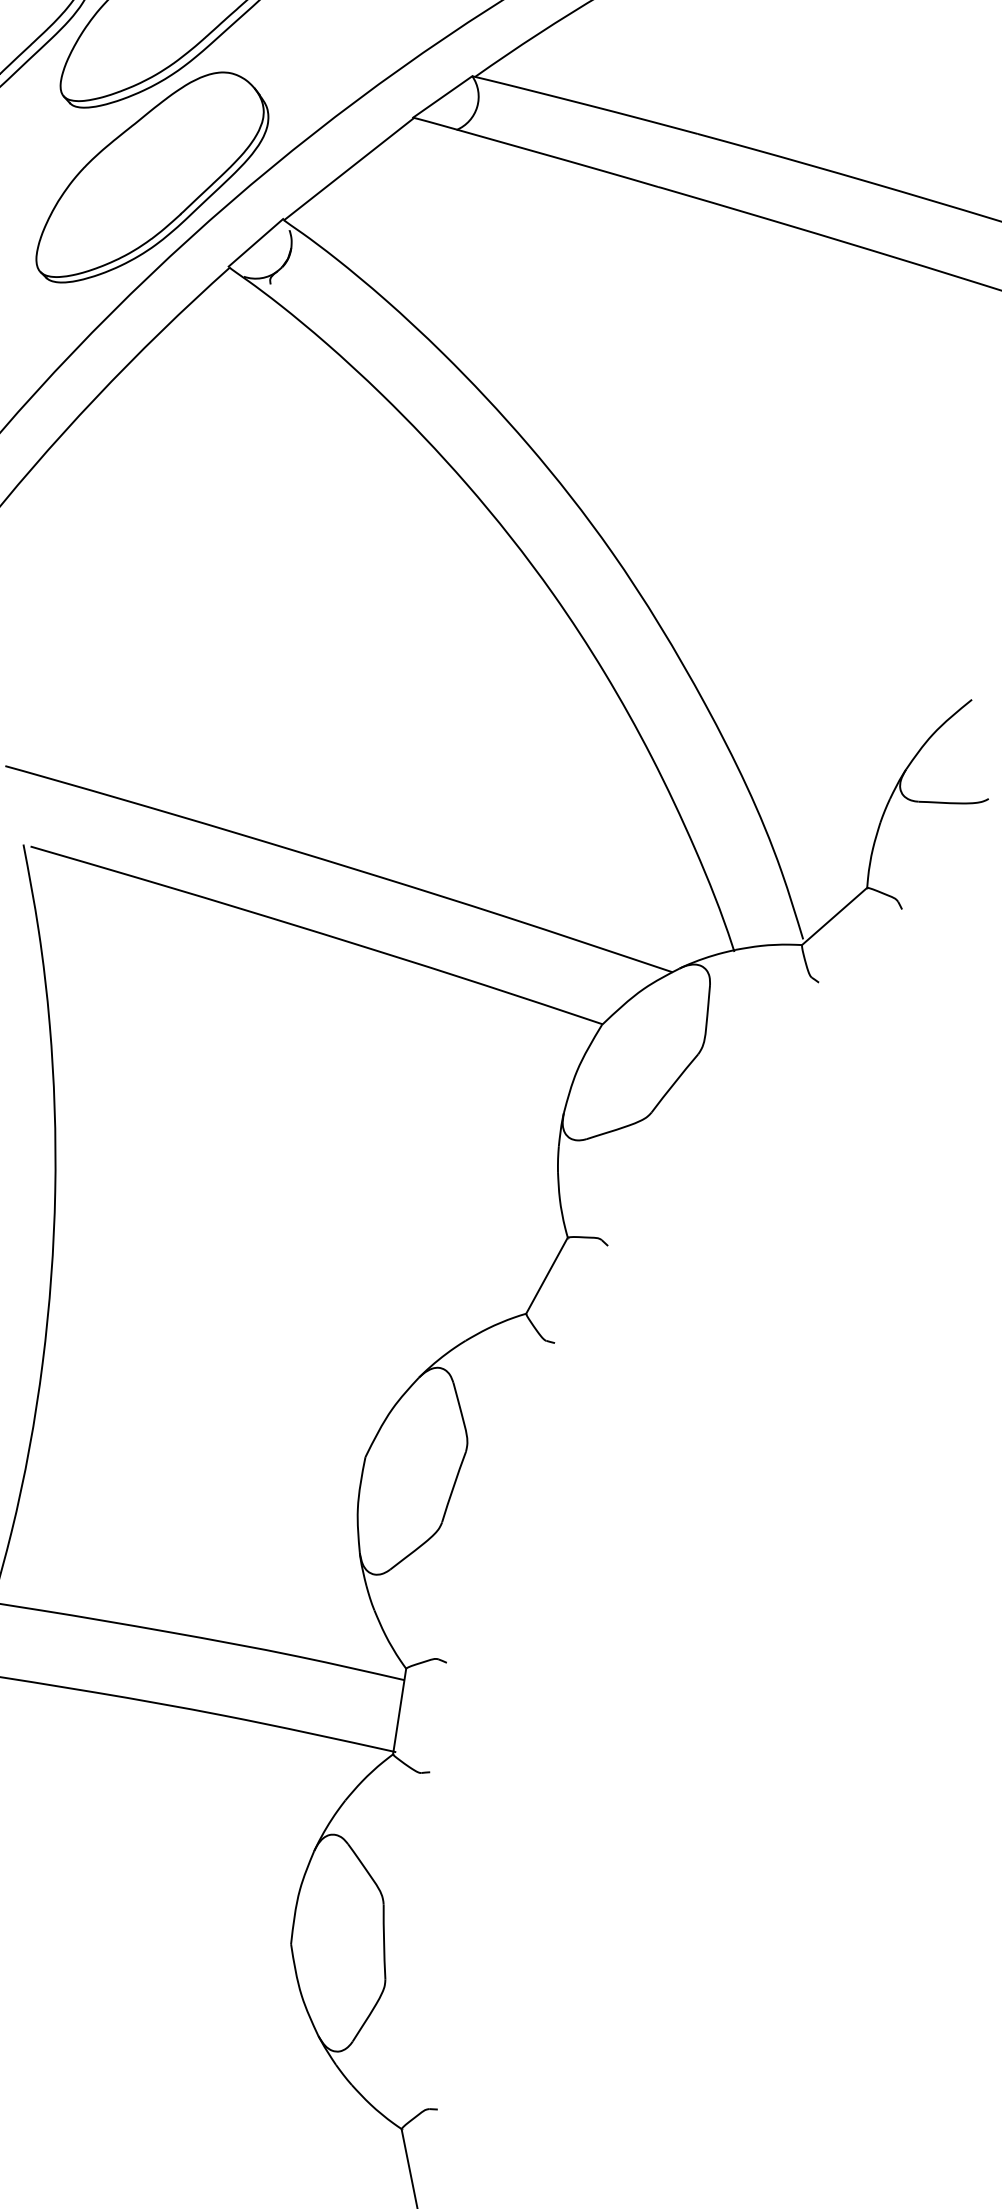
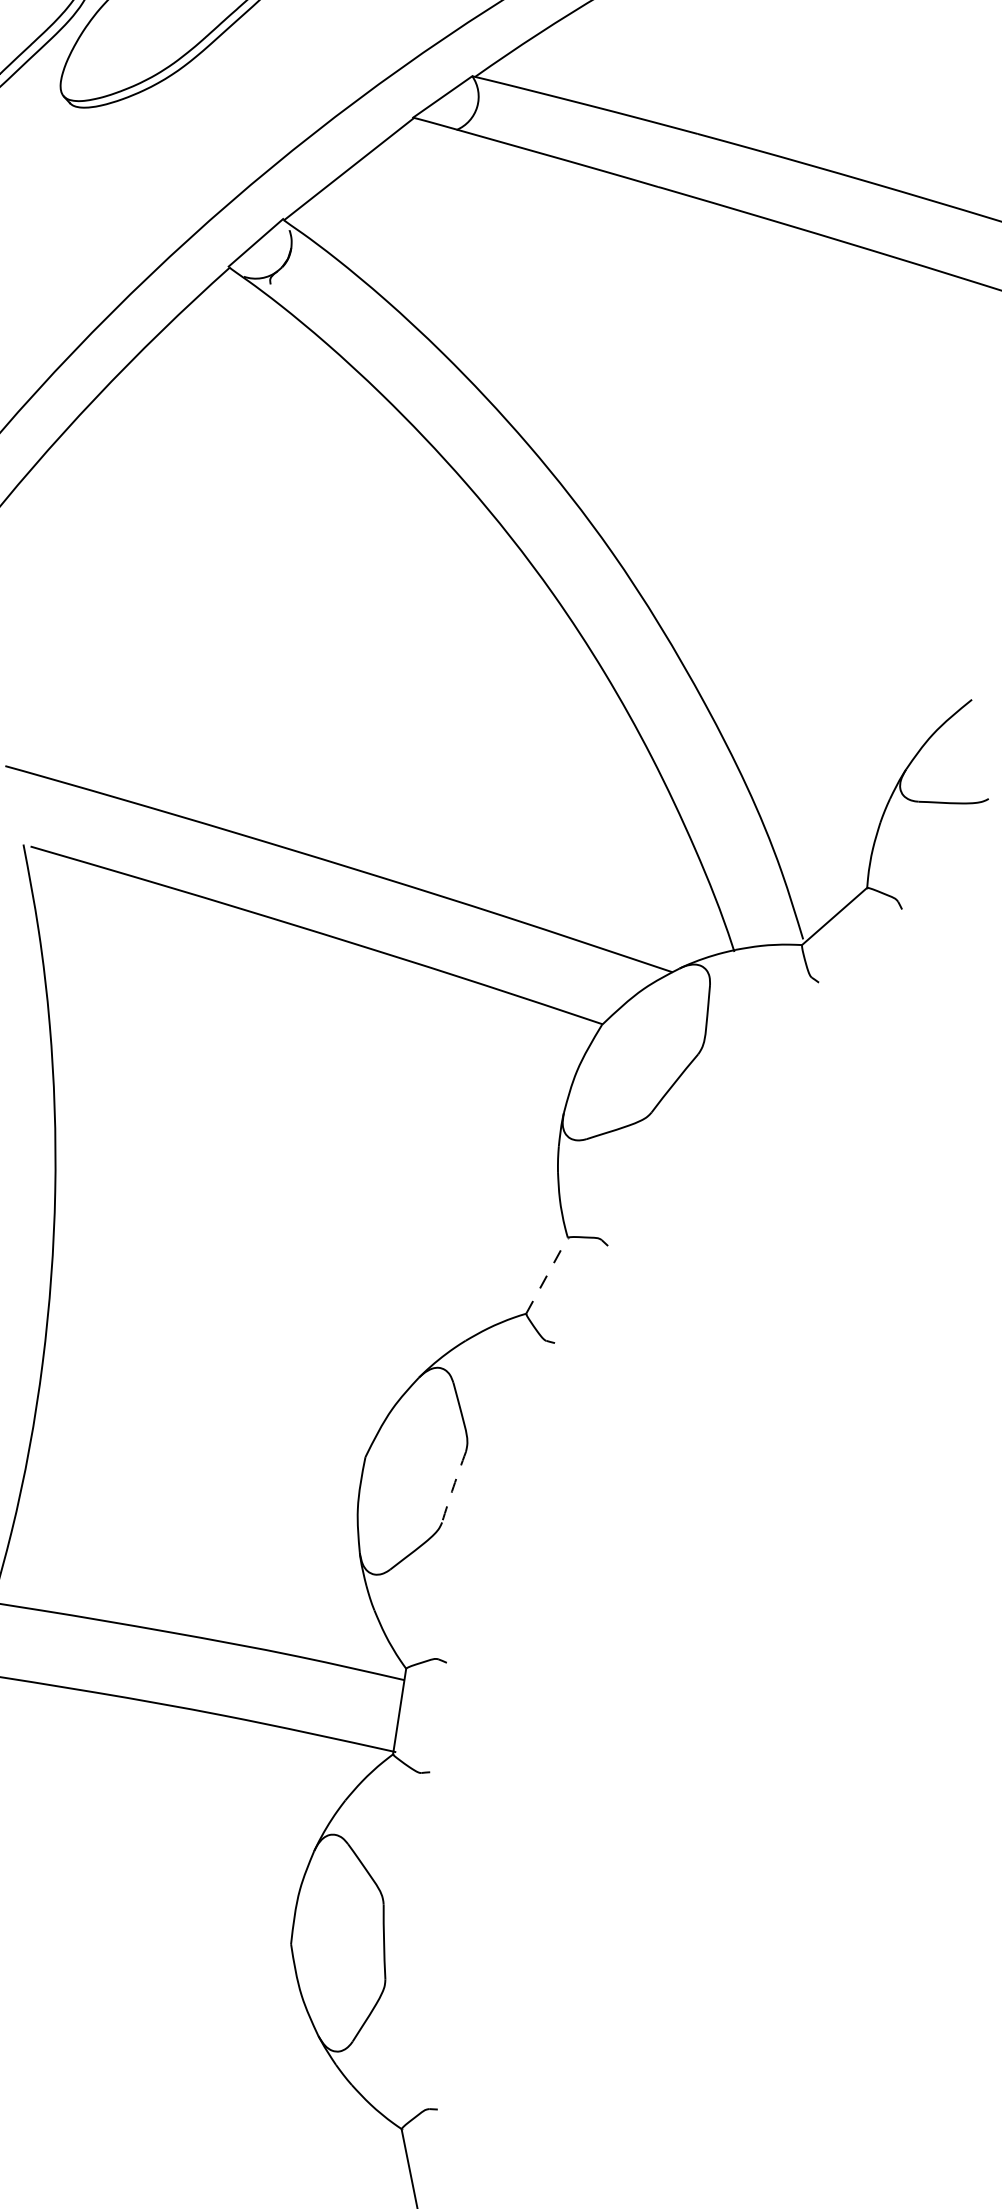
part at (152, 177): present -> none
line at (547, 1275): solid -> dashed
arc at (453, 1486): solid -> dashed
